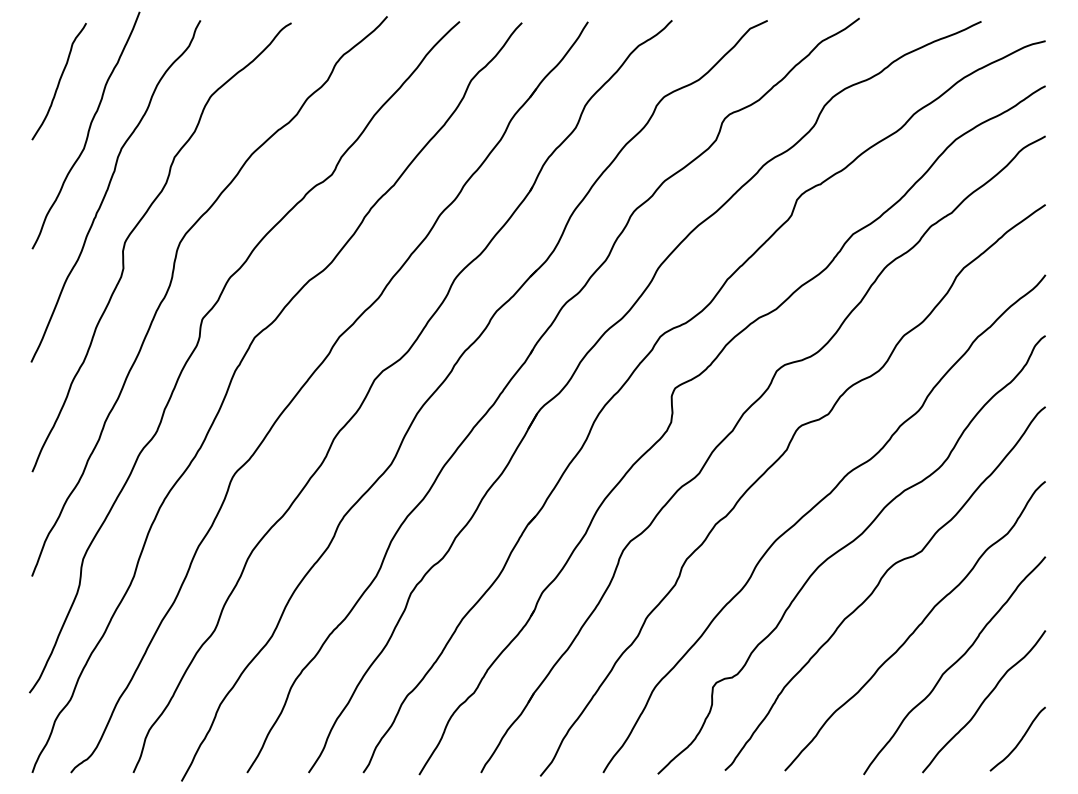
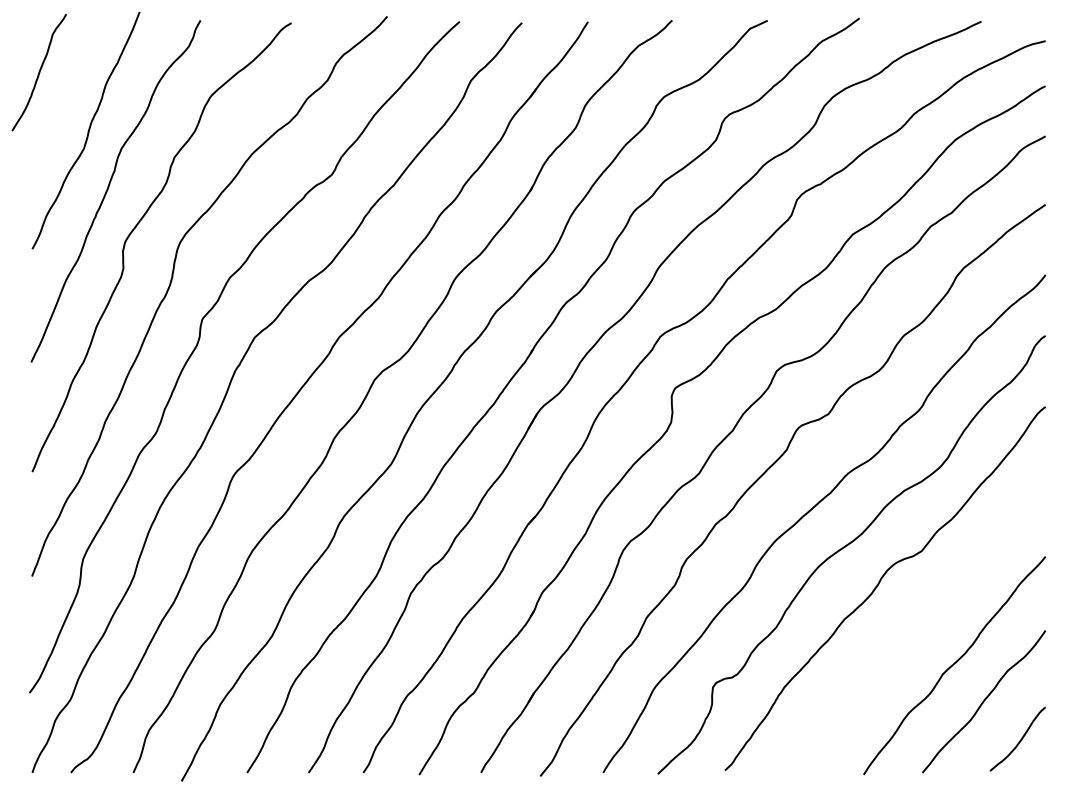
curve at (58, 81) position: (58, 81) -> (38, 72)
curve at (916, 627): present -> none
